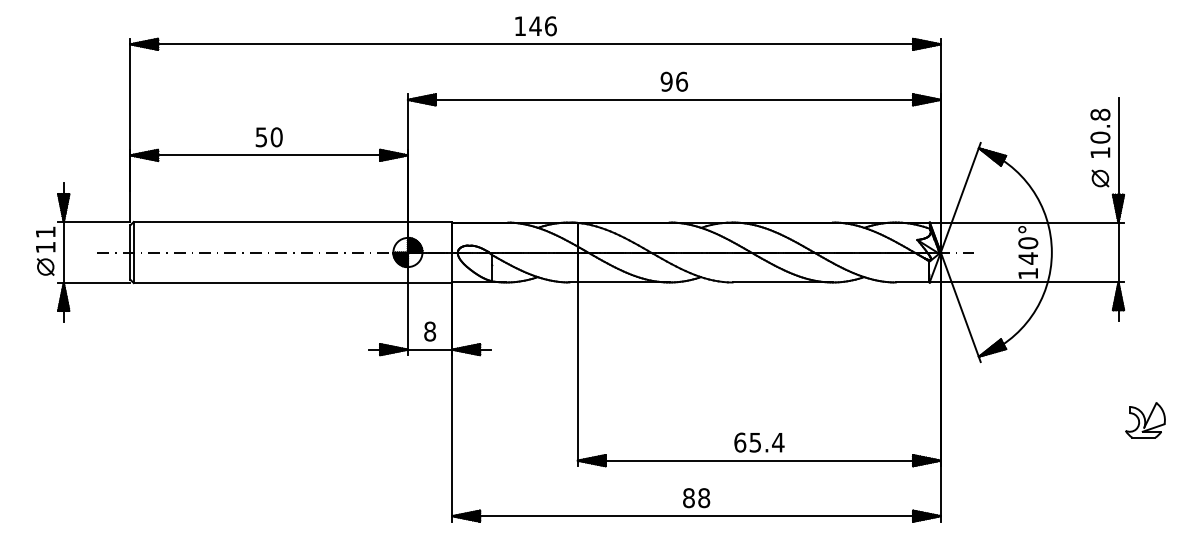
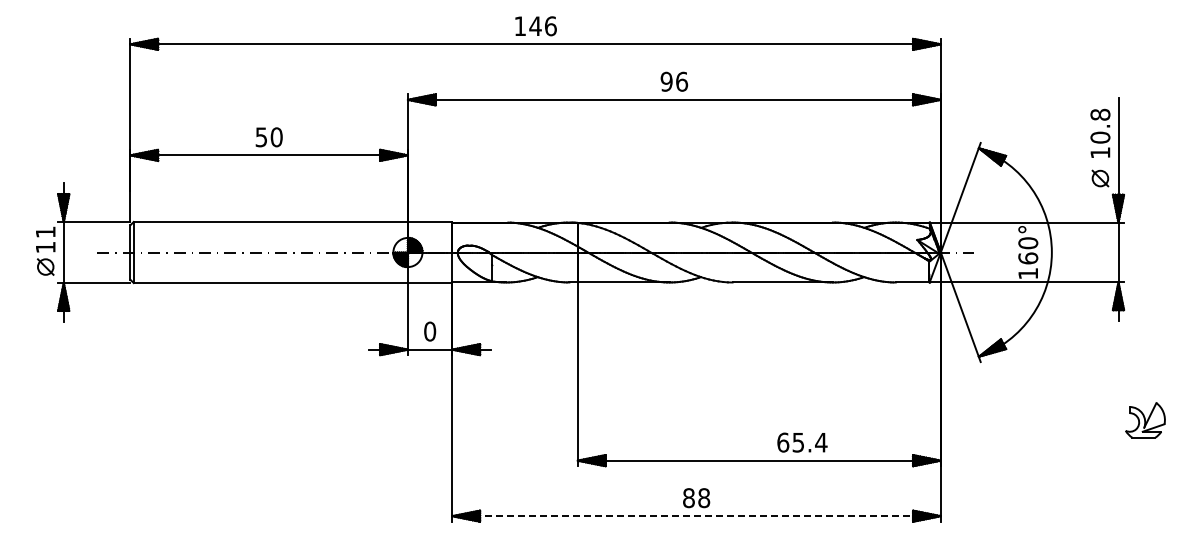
text at (1028, 258): 140° -> 160°
text at (430, 331): 8 -> 0
text at (759, 442) position: (759, 442) -> (802, 442)
line at (697, 516): solid -> dashed
